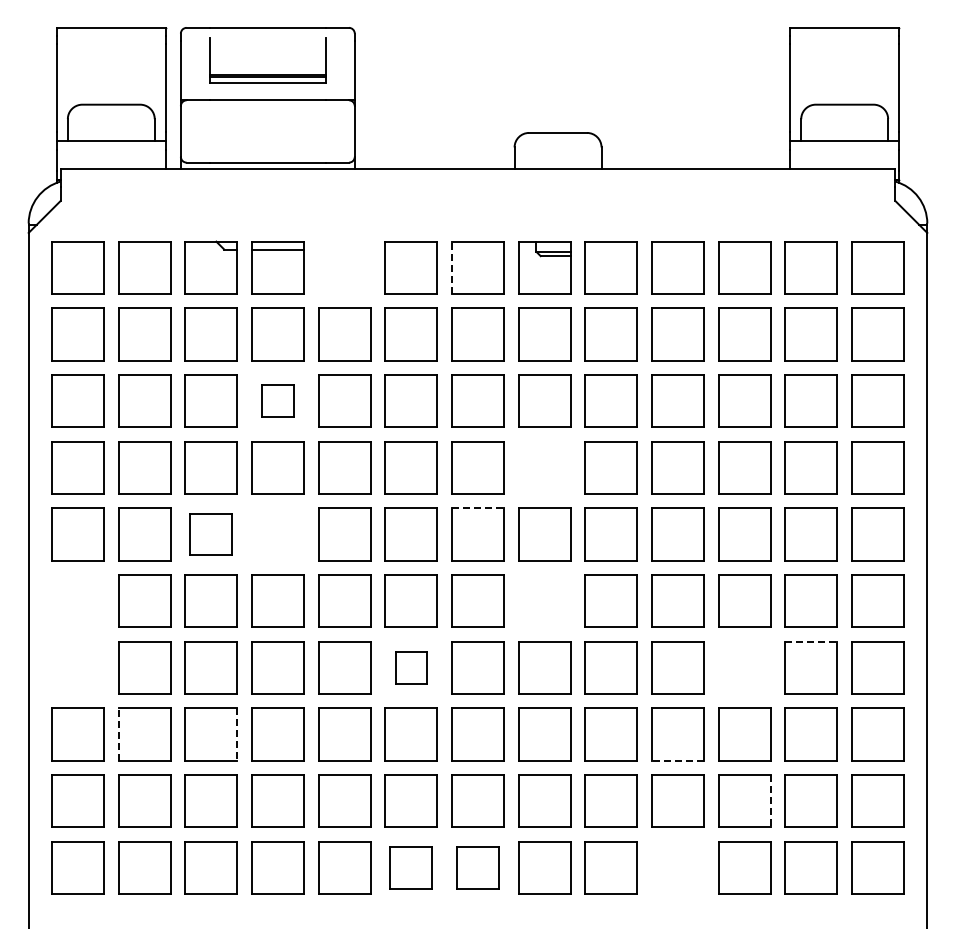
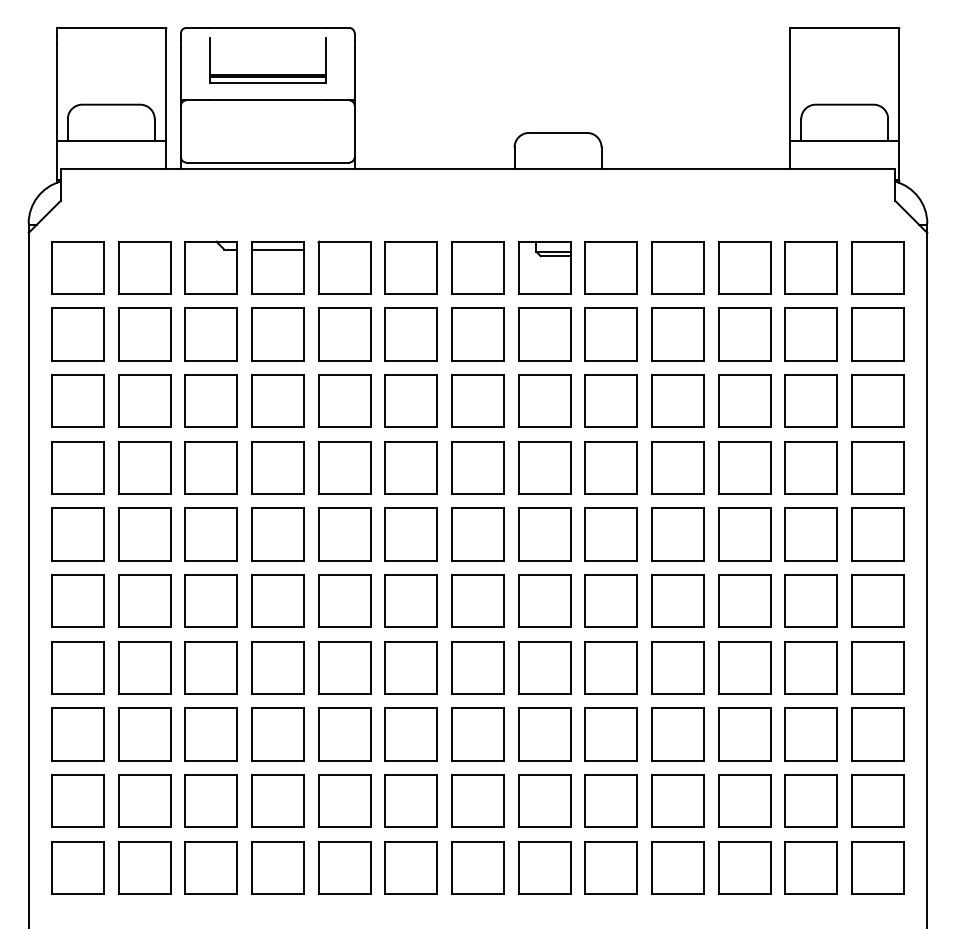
part at (344, 267): none -> present
line at (451, 267): dashed -> solid
part at (277, 400) size: 34x34 px -> 54x54 px
part at (544, 467): none -> present
line at (478, 508): dashed -> solid
part at (210, 534) size: 44x43 px -> 54x55 px
part at (277, 534): none -> present
part at (77, 600): none -> present
part at (544, 600): none -> present
line at (811, 641): dashed -> solid
part at (77, 667): none -> present
part at (411, 667) size: 33x34 px -> 54x54 px
part at (744, 667): none -> present
line at (118, 733): dashed -> solid
line at (237, 734): dashed -> solid
line at (677, 760): dashed -> solid
line at (770, 801): dashed -> solid
part at (410, 867) size: 44x44 px -> 54x54 px
part at (477, 867) size: 44x44 px -> 54x54 px
part at (677, 867): none -> present
